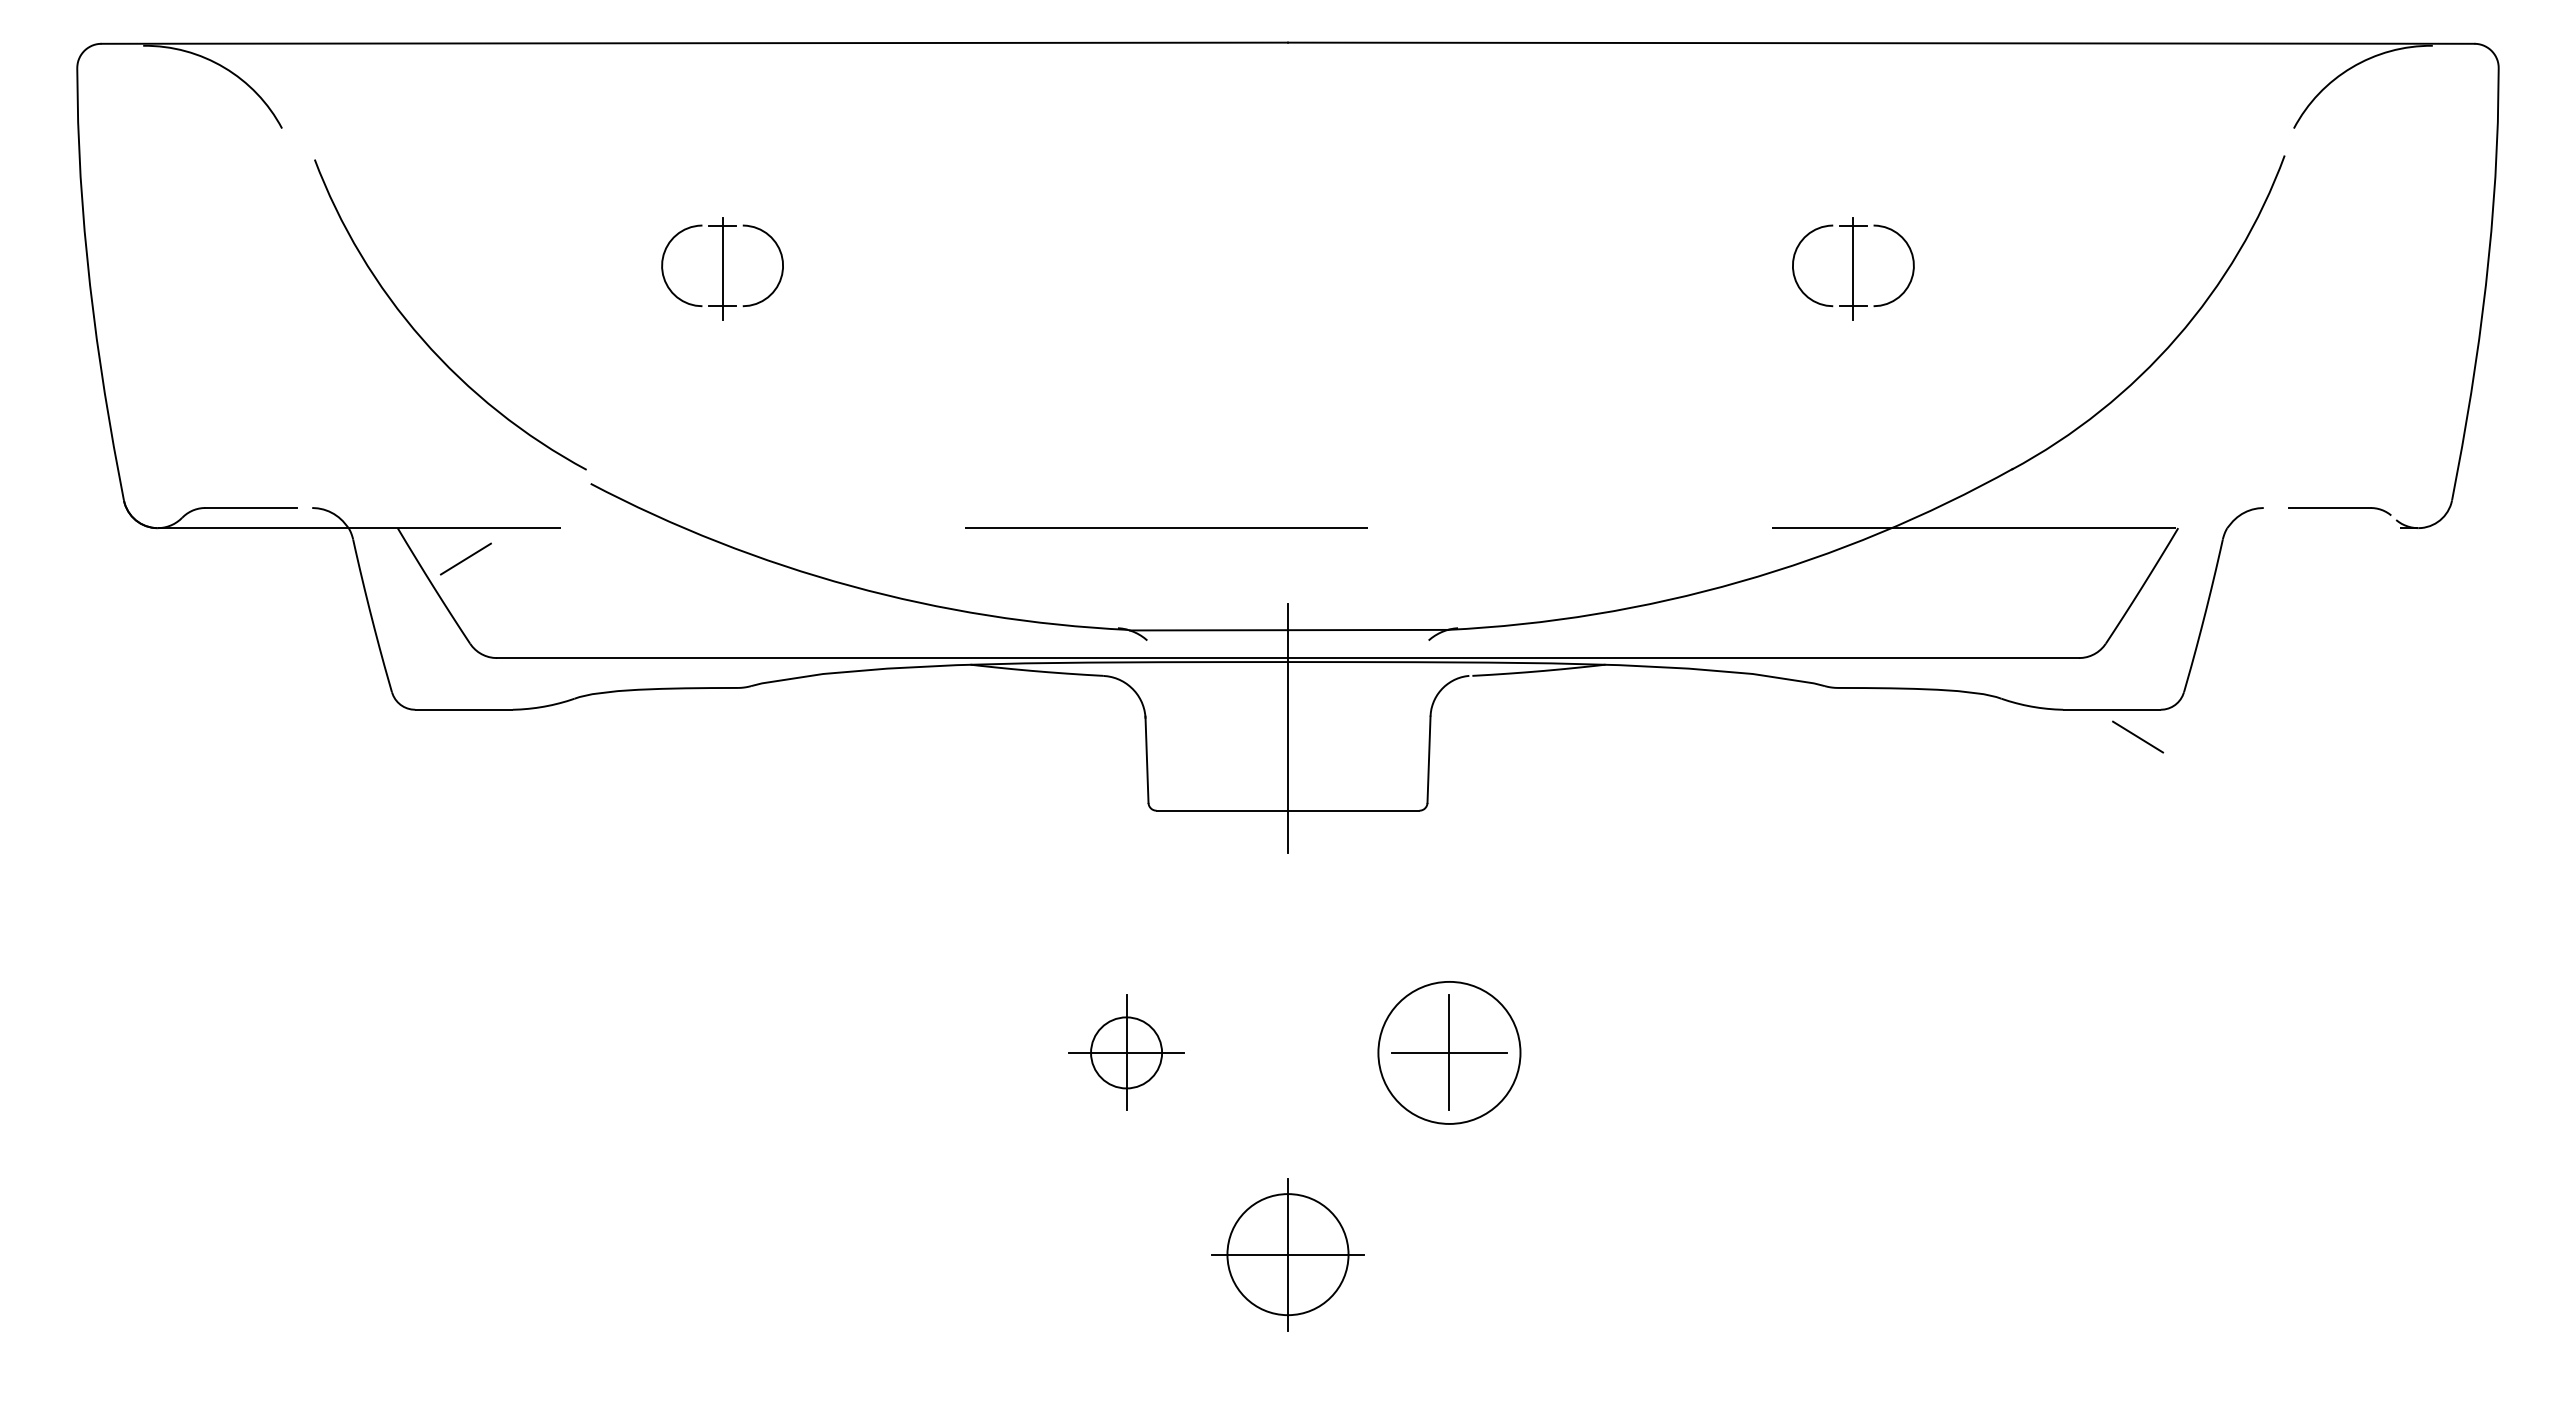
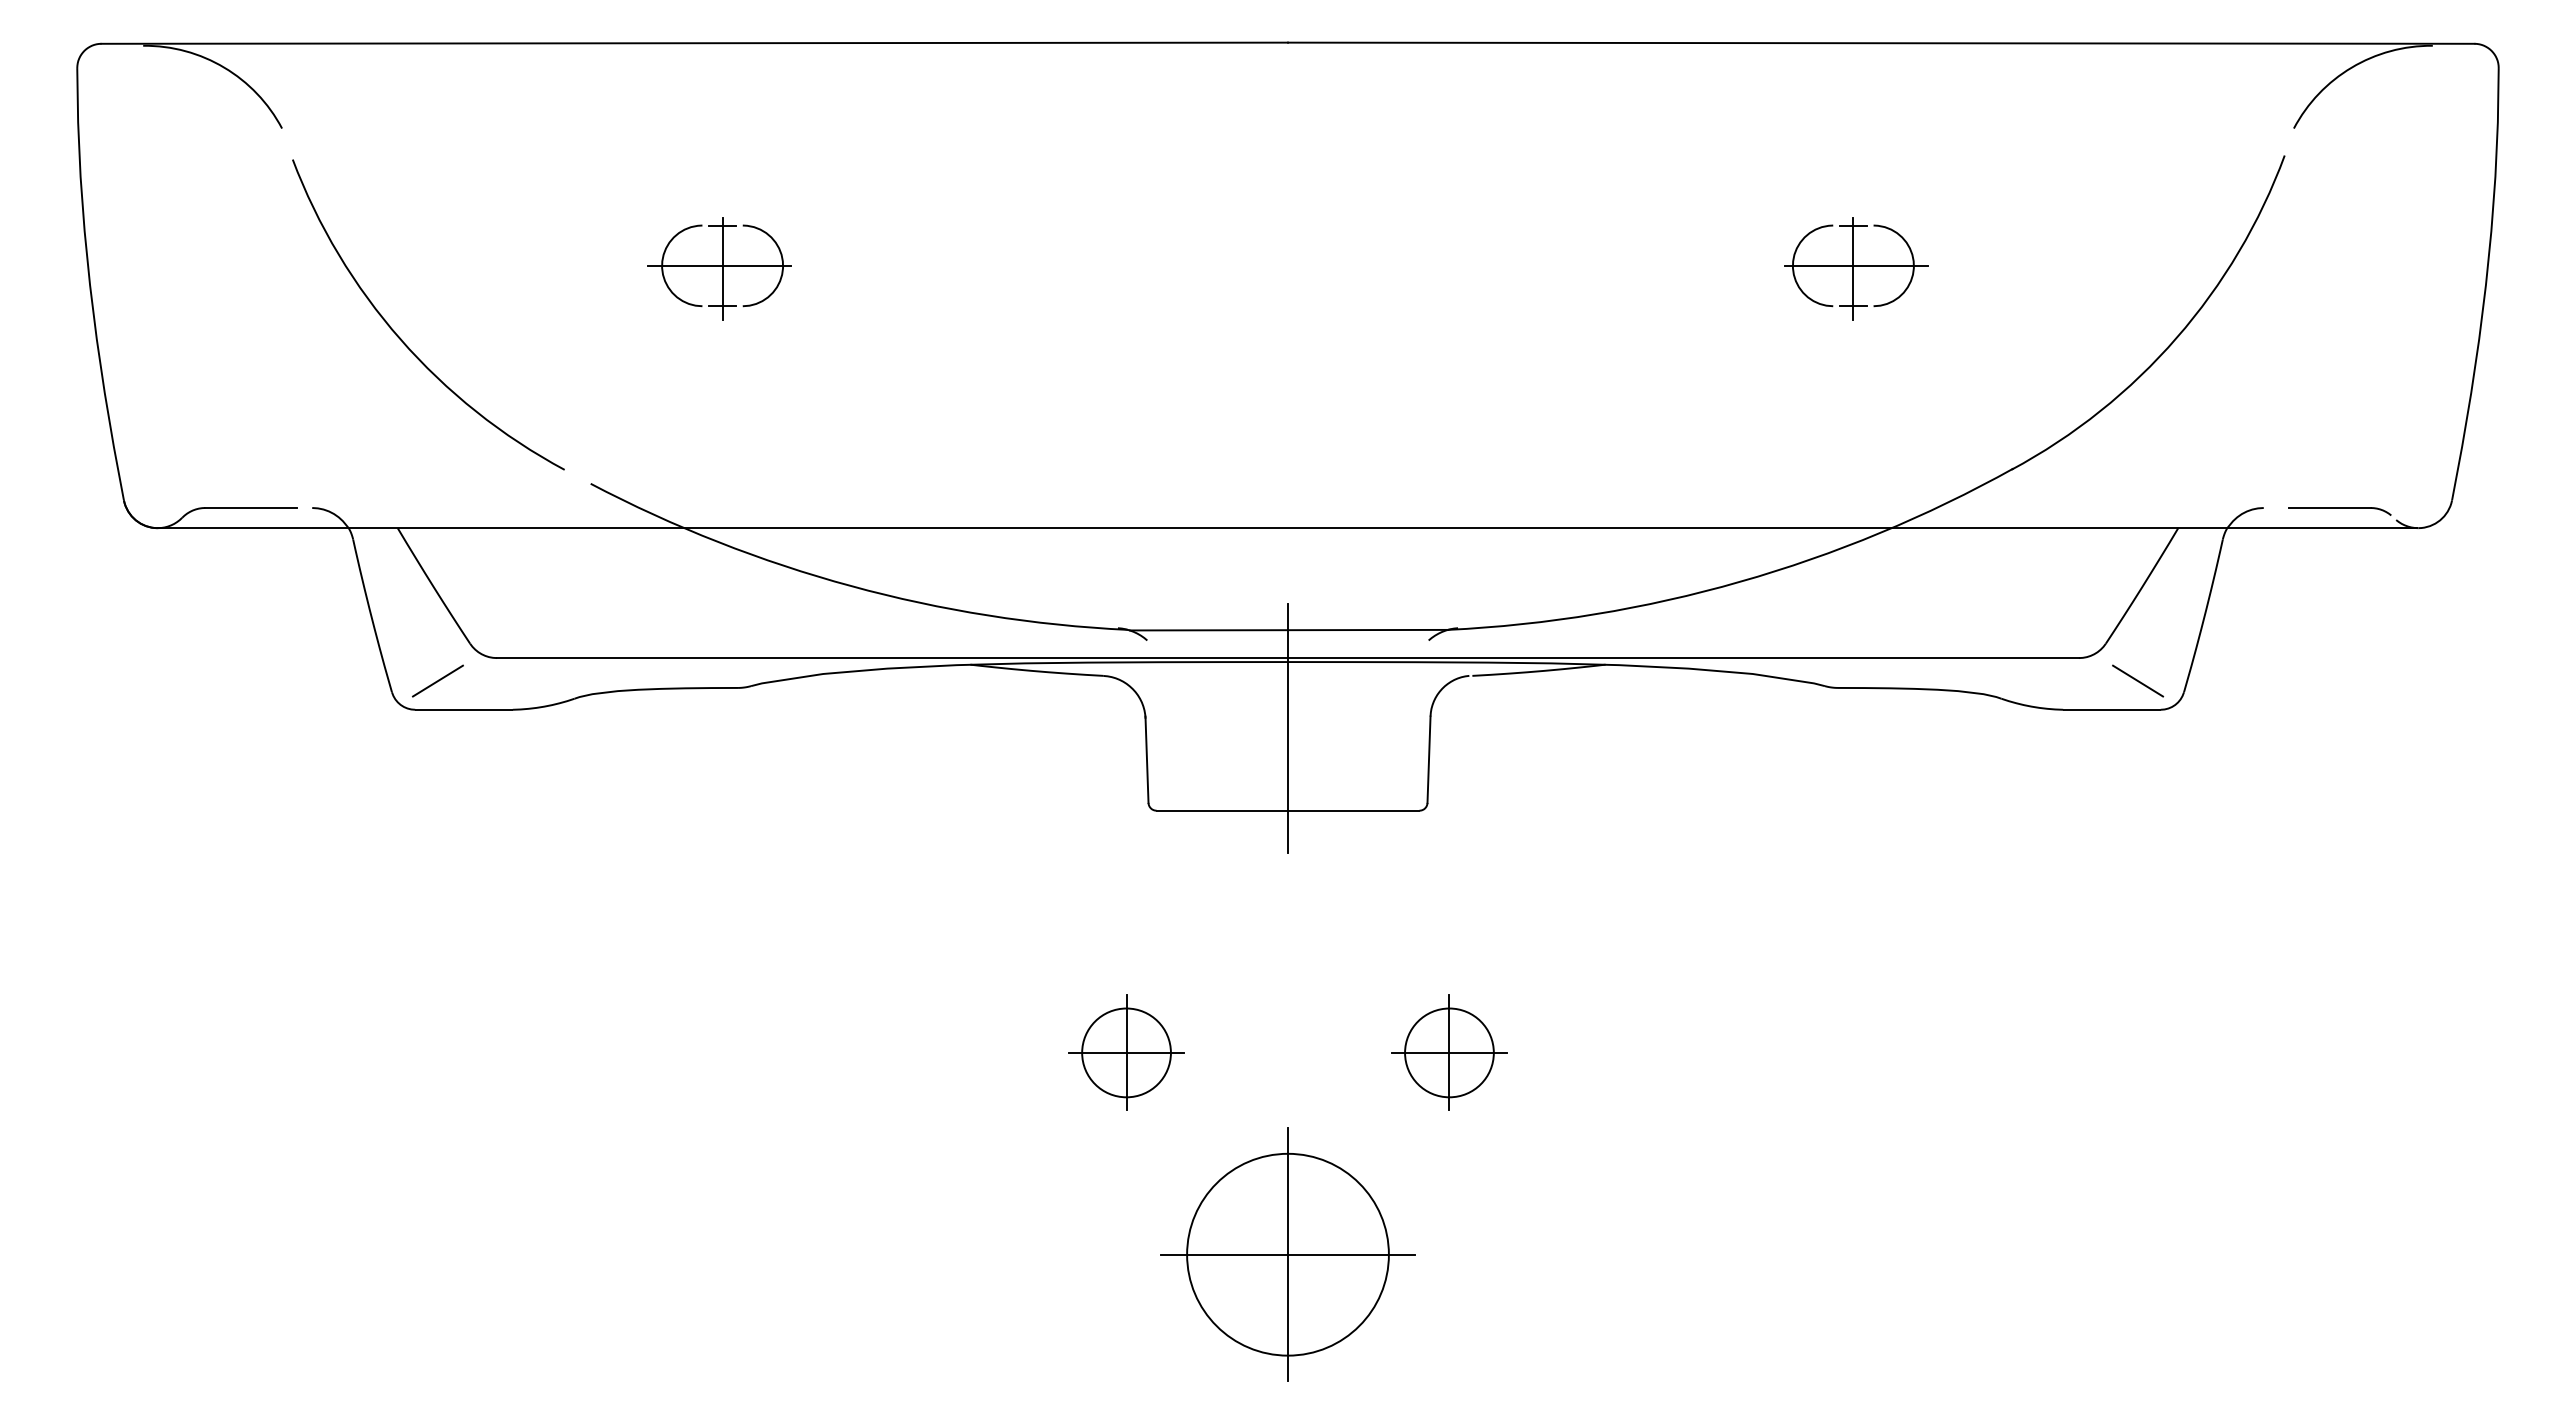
line at (719, 265): none -> present
line at (1856, 265): none -> present
arc at (424, 339) position: (424, 339) -> (402, 339)
line at (1287, 528): dashed -> solid
line at (465, 558) position: (465, 558) -> (437, 680)
line at (2138, 736) position: (2138, 736) -> (2138, 680)
circle at (1126, 1052) diameter: 71 px -> 89 px
circle at (1449, 1052) diameter: 142 px -> 89 px
part at (1287, 1254) size: 154x154 px -> 256x255 px
